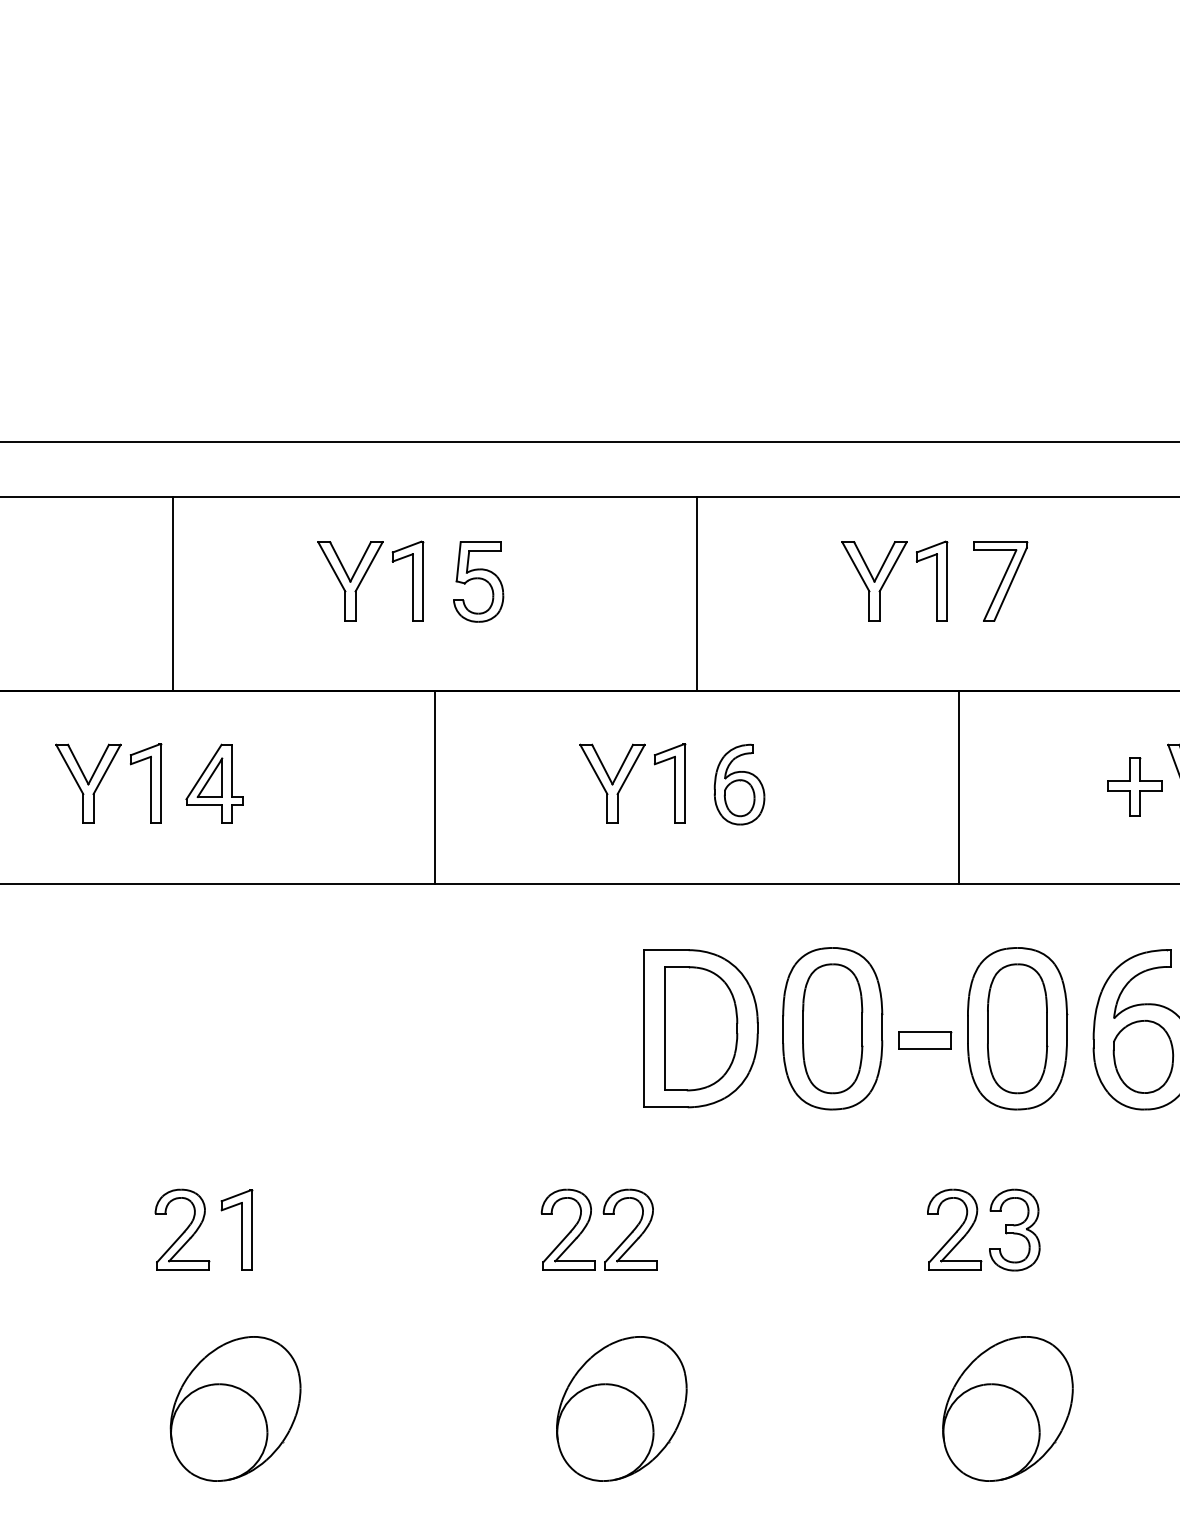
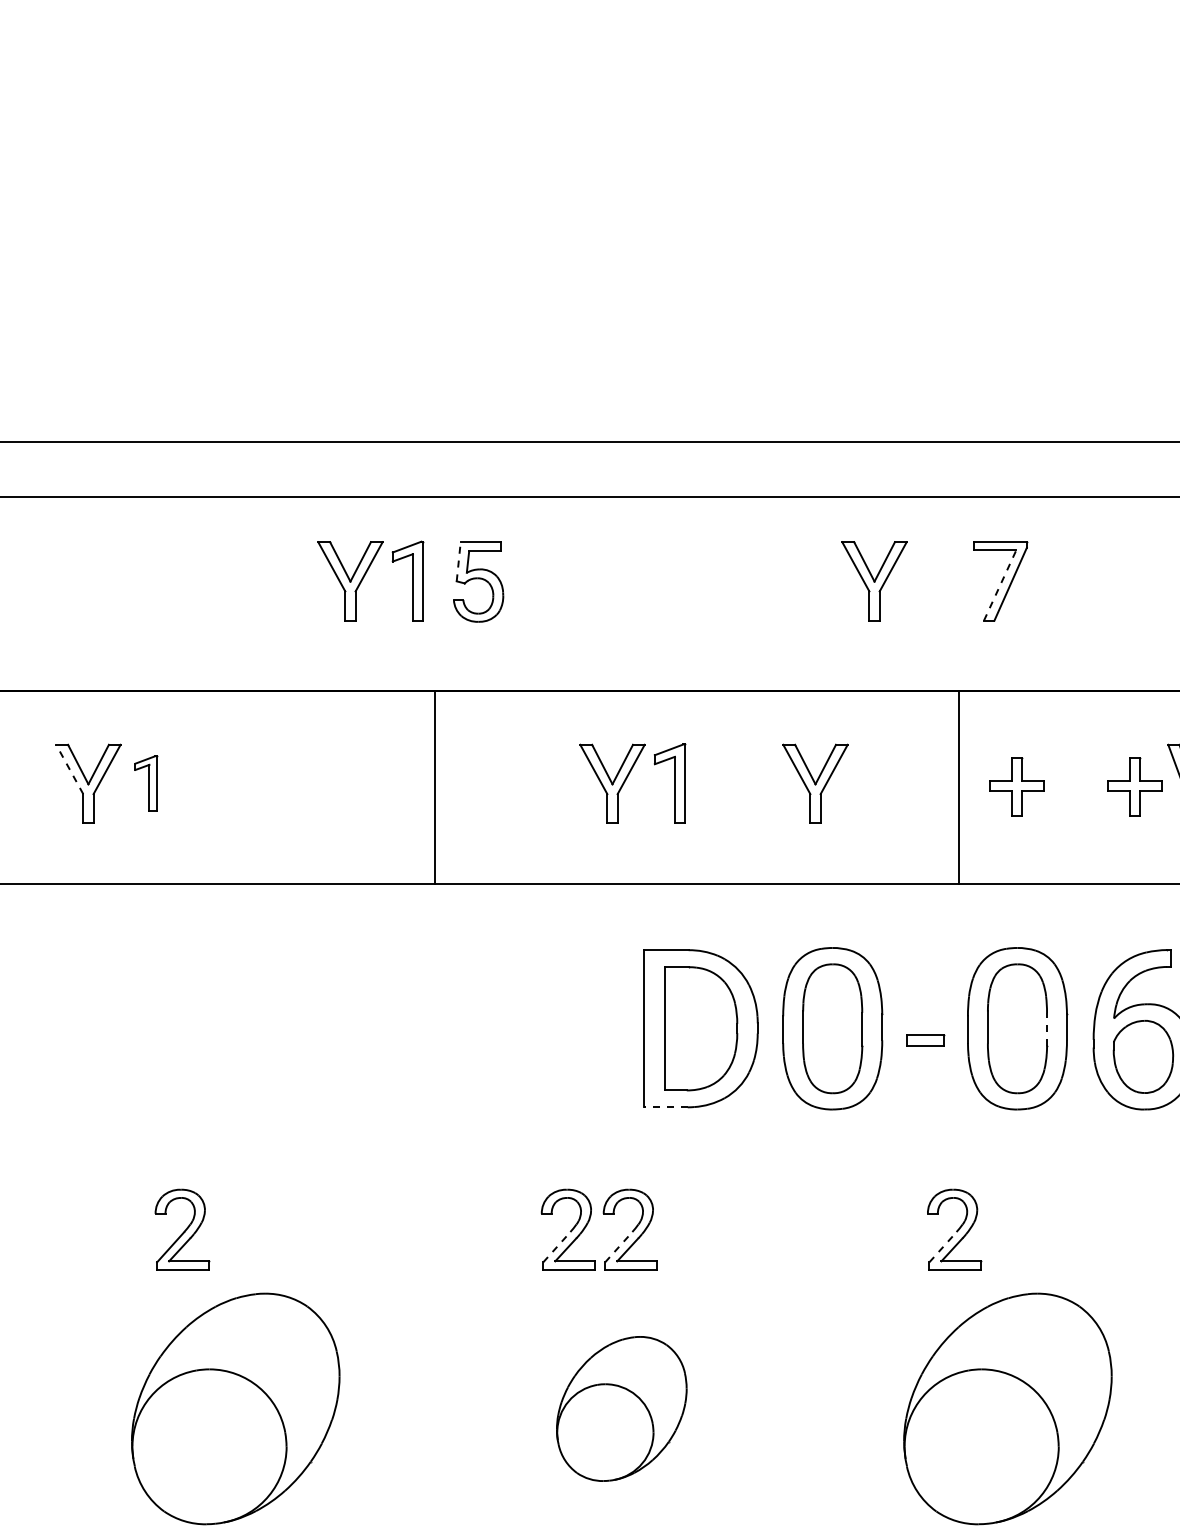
line at (458, 561): solid -> dashed
part at (931, 580): present -> none
line at (1000, 585): solid -> dashed
line at (172, 593): present -> none
line at (696, 593): present -> none
line at (69, 769): solid -> dashed
part at (145, 783) size: 34x81 px -> 25x57 px
part at (214, 783): present -> none
part at (815, 783): none -> present
part at (739, 784): present -> none
part at (1016, 786): none -> present
line at (1047, 1028): solid -> dashed
part at (925, 1040) size: 55x19 px -> 40x13 px
line at (666, 1107): solid -> dashed
part at (236, 1229): present -> none
part at (1014, 1229): present -> none
line at (557, 1246): solid -> dashed
line at (619, 1246): solid -> dashed
line at (943, 1246): solid -> dashed
part at (235, 1408) size: 133x146 px -> 210x234 px
part at (1007, 1408) size: 132x146 px -> 210x234 px
